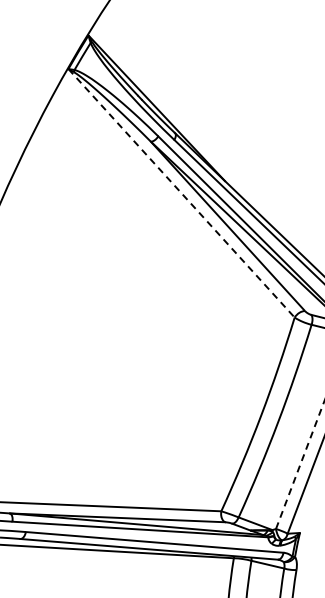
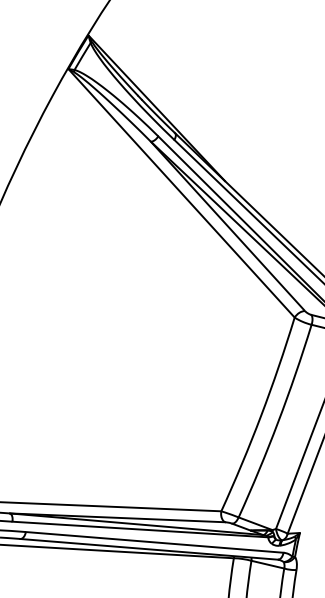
line at (181, 193): dashed -> solid
line at (300, 464): dashed -> solid
